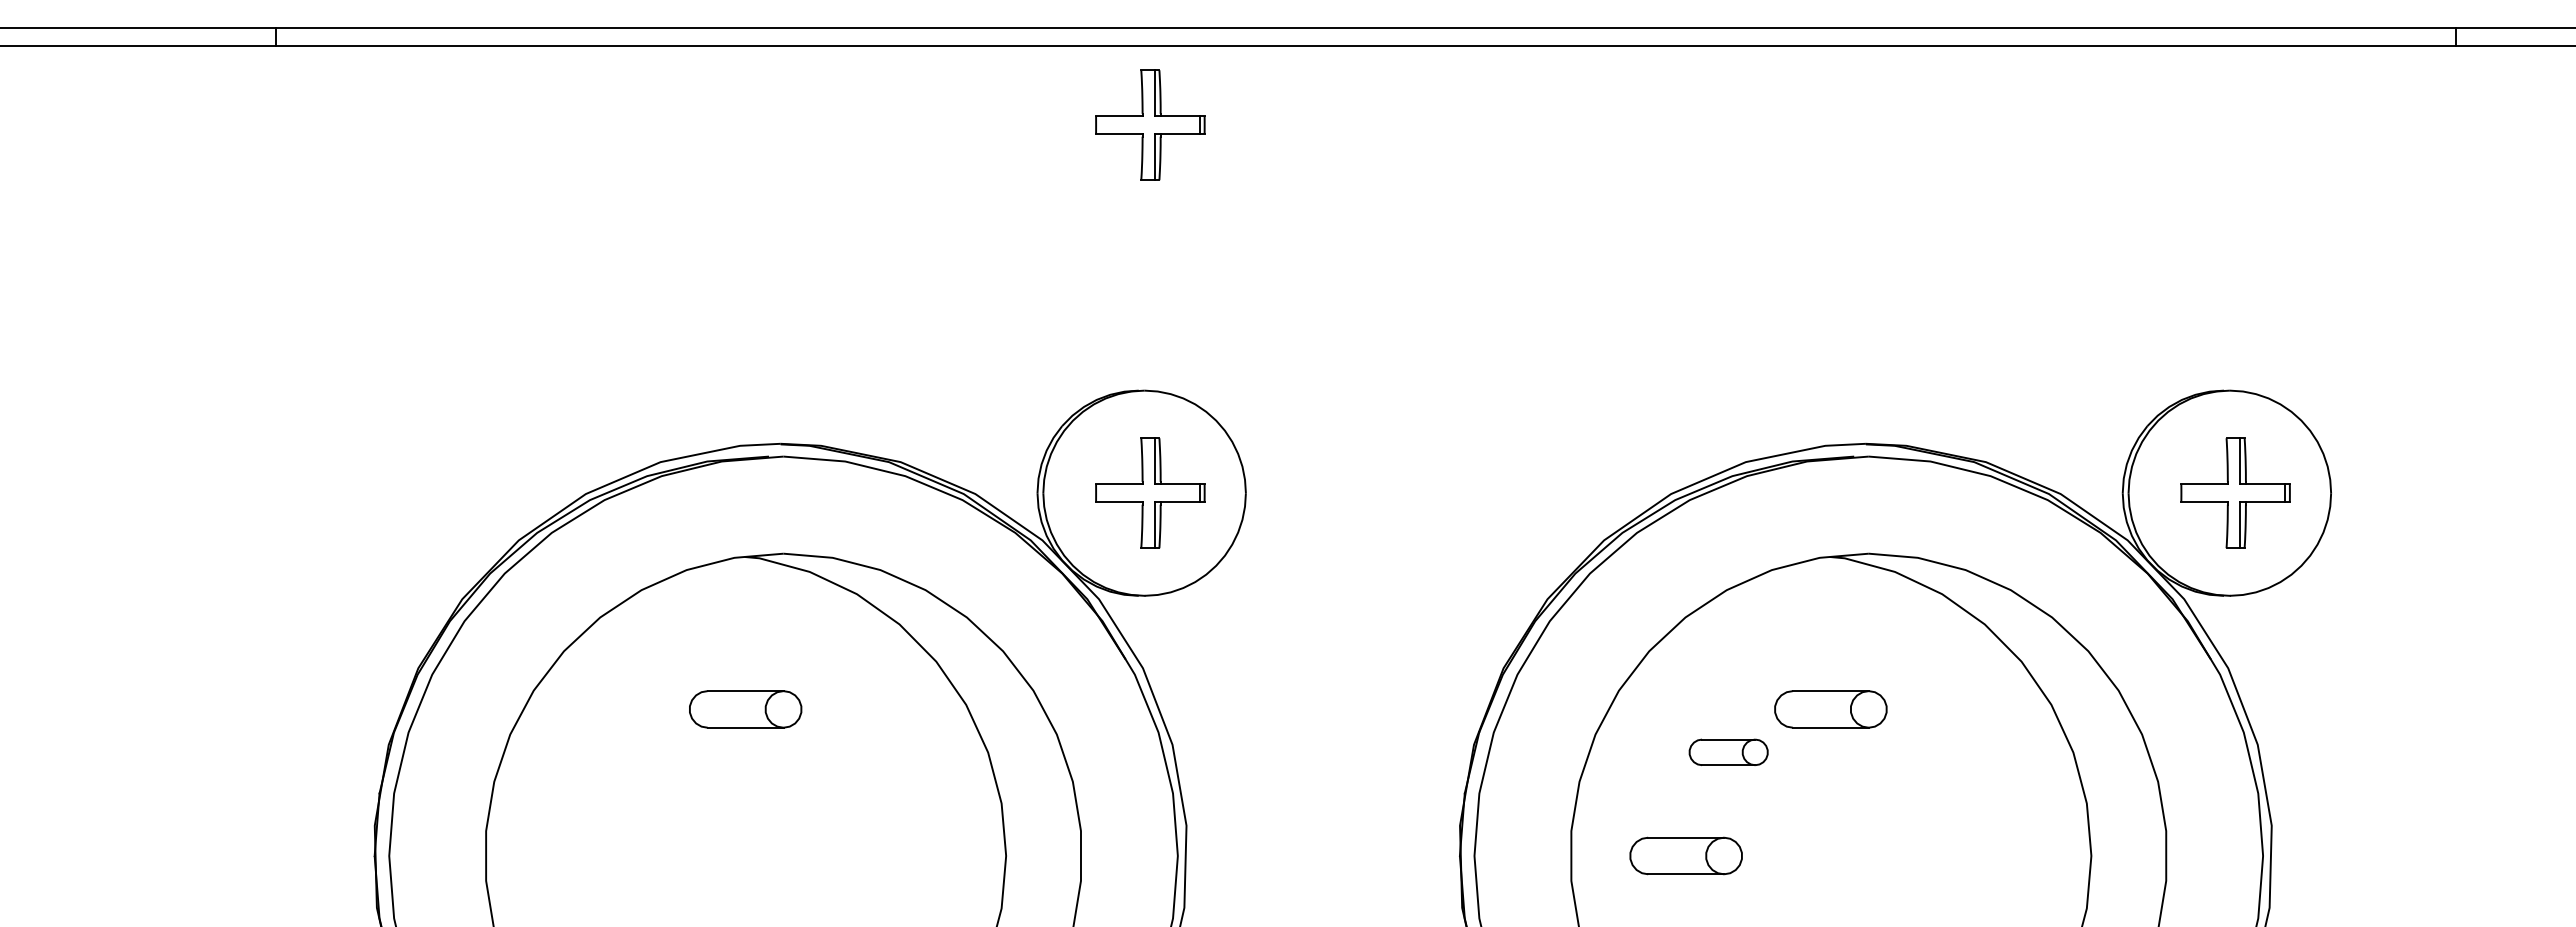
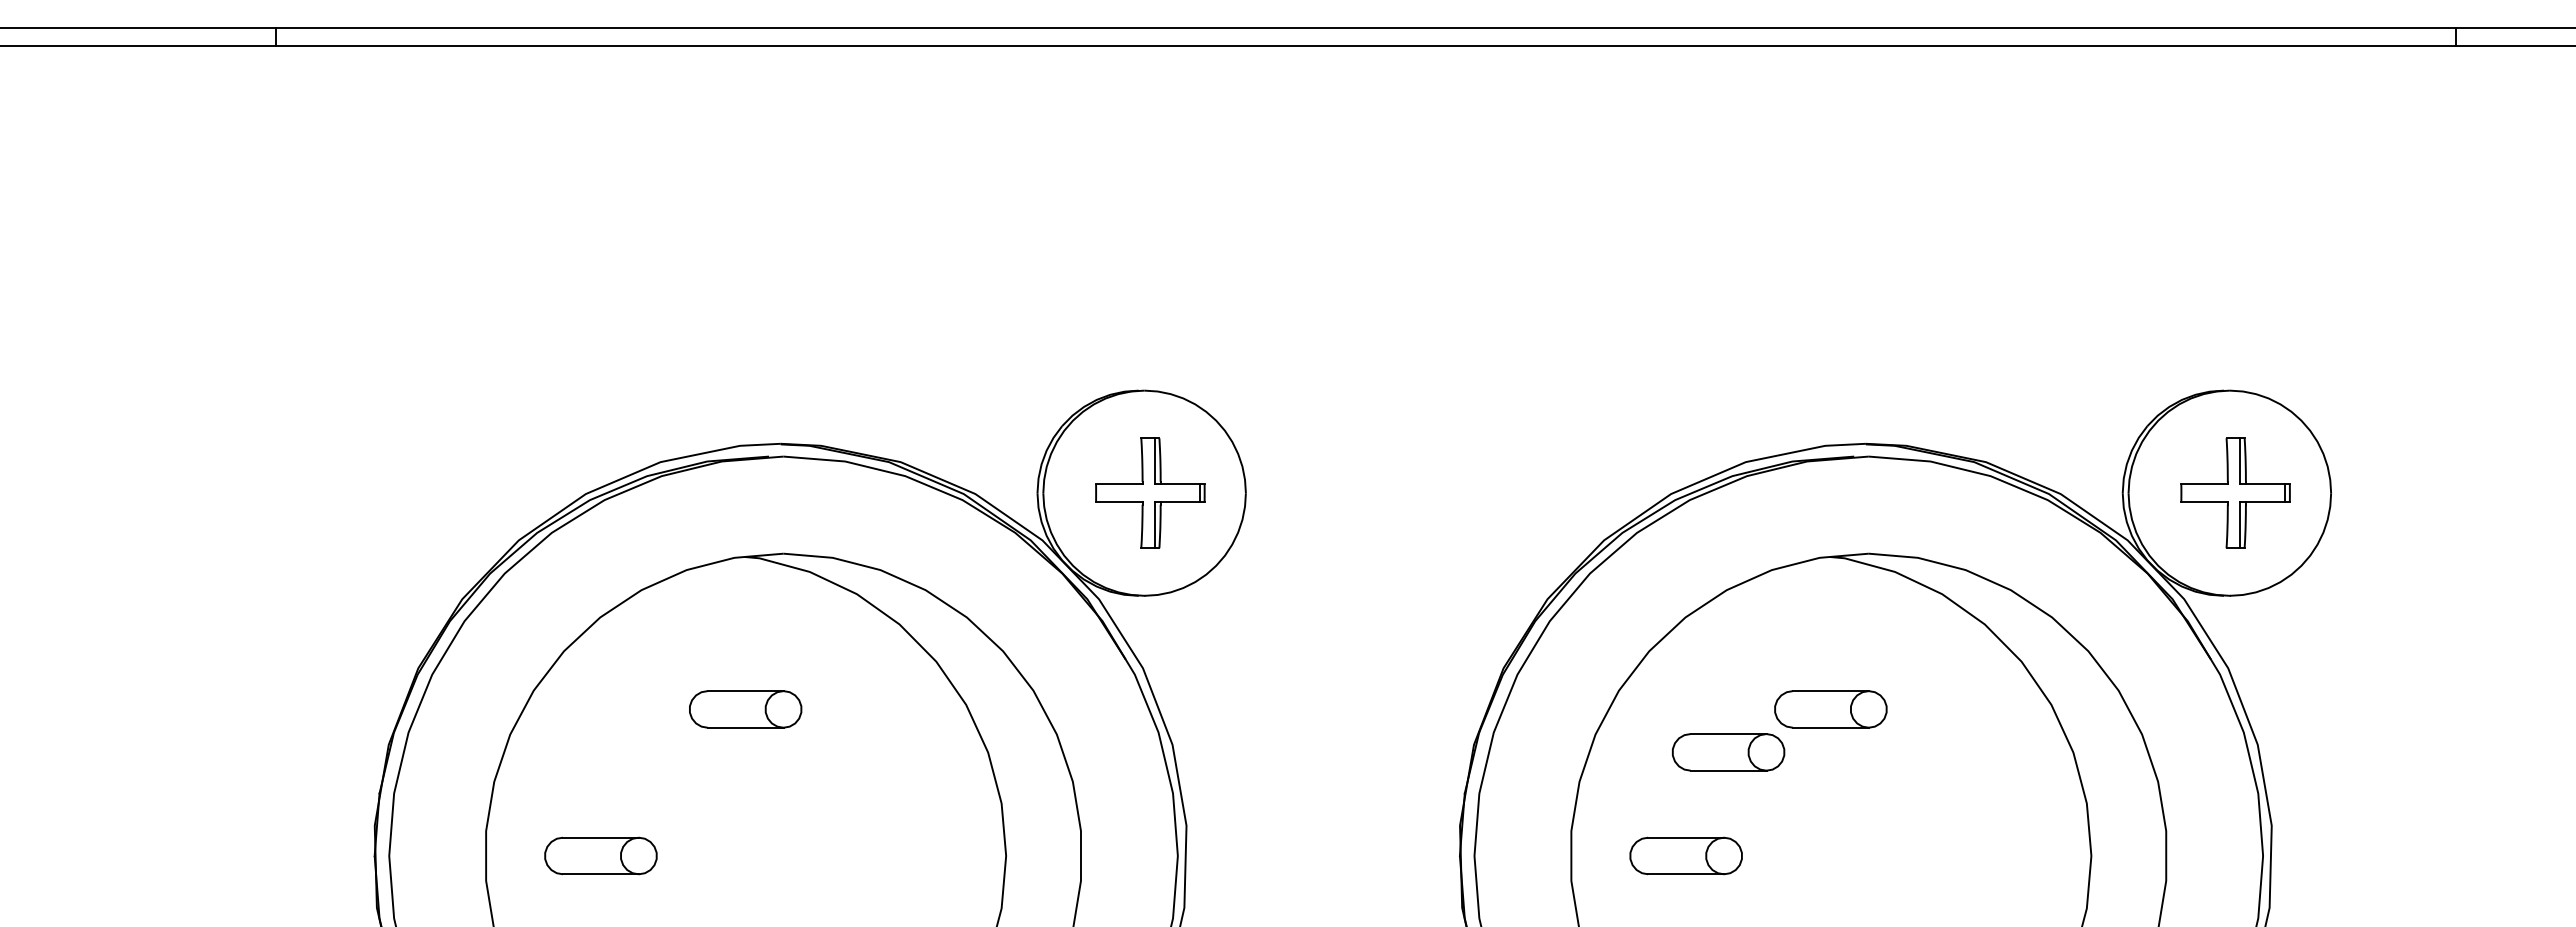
part at (1150, 124): present -> none
part at (1728, 751) size: 81x28 px -> 114x39 px
part at (600, 855): none -> present
